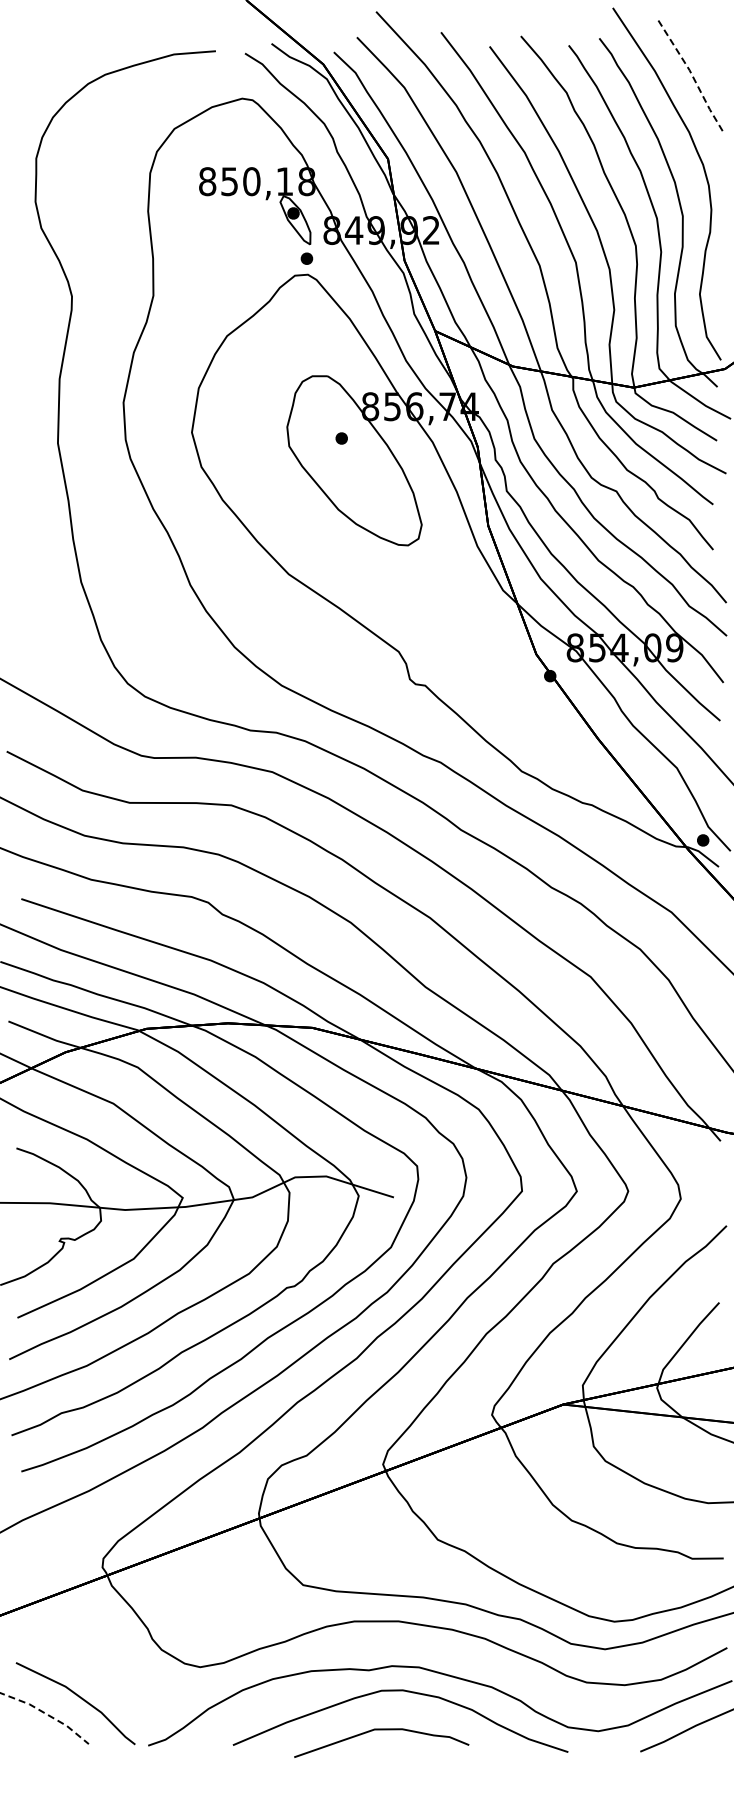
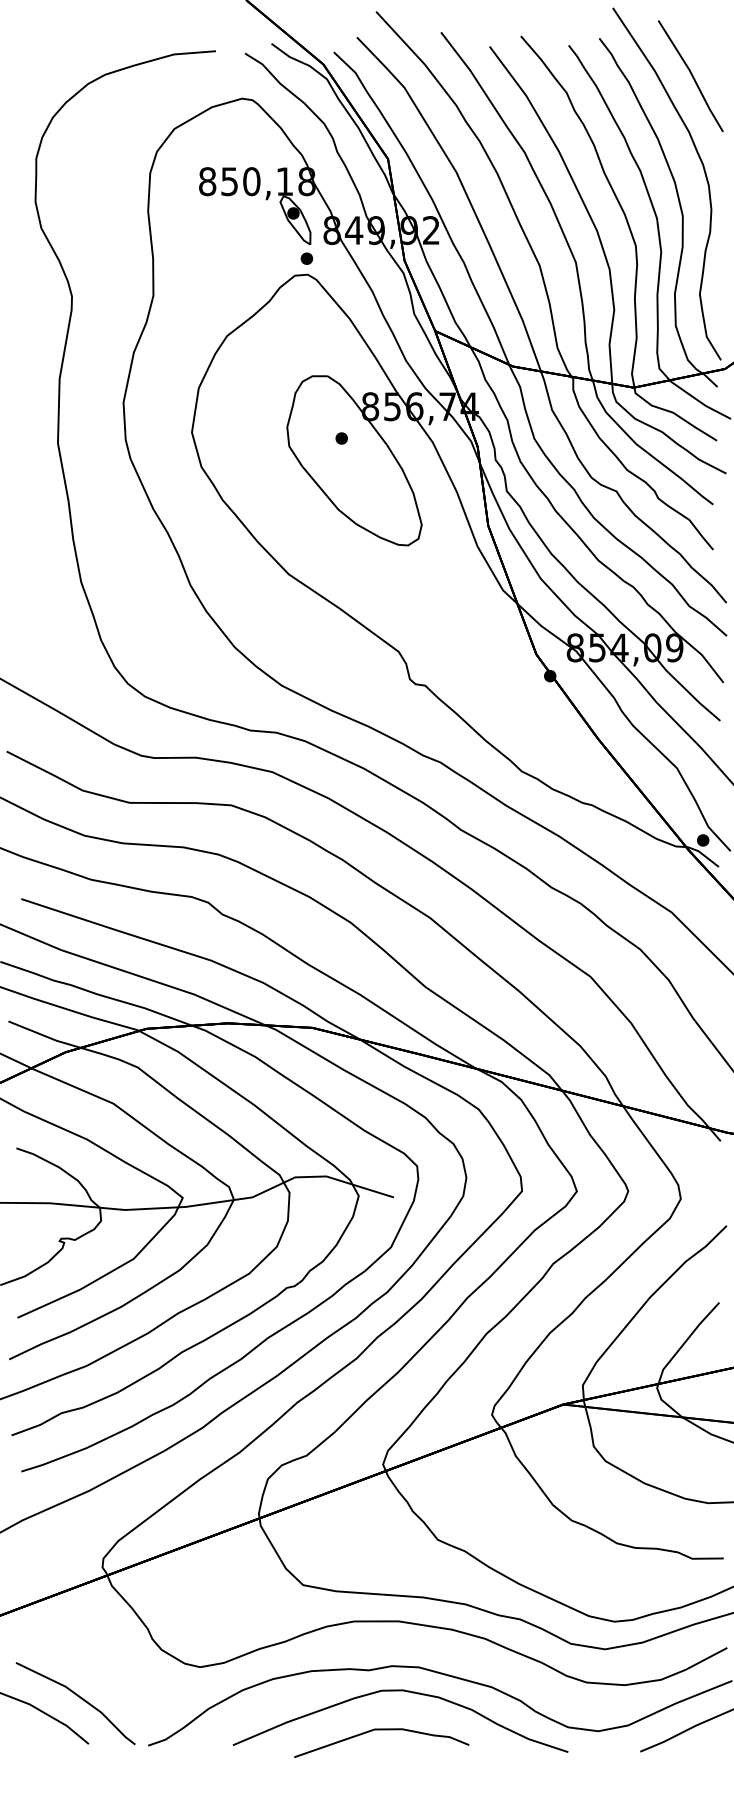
line at (692, 76): dashed -> solid
line at (47, 1714): dashed -> solid
